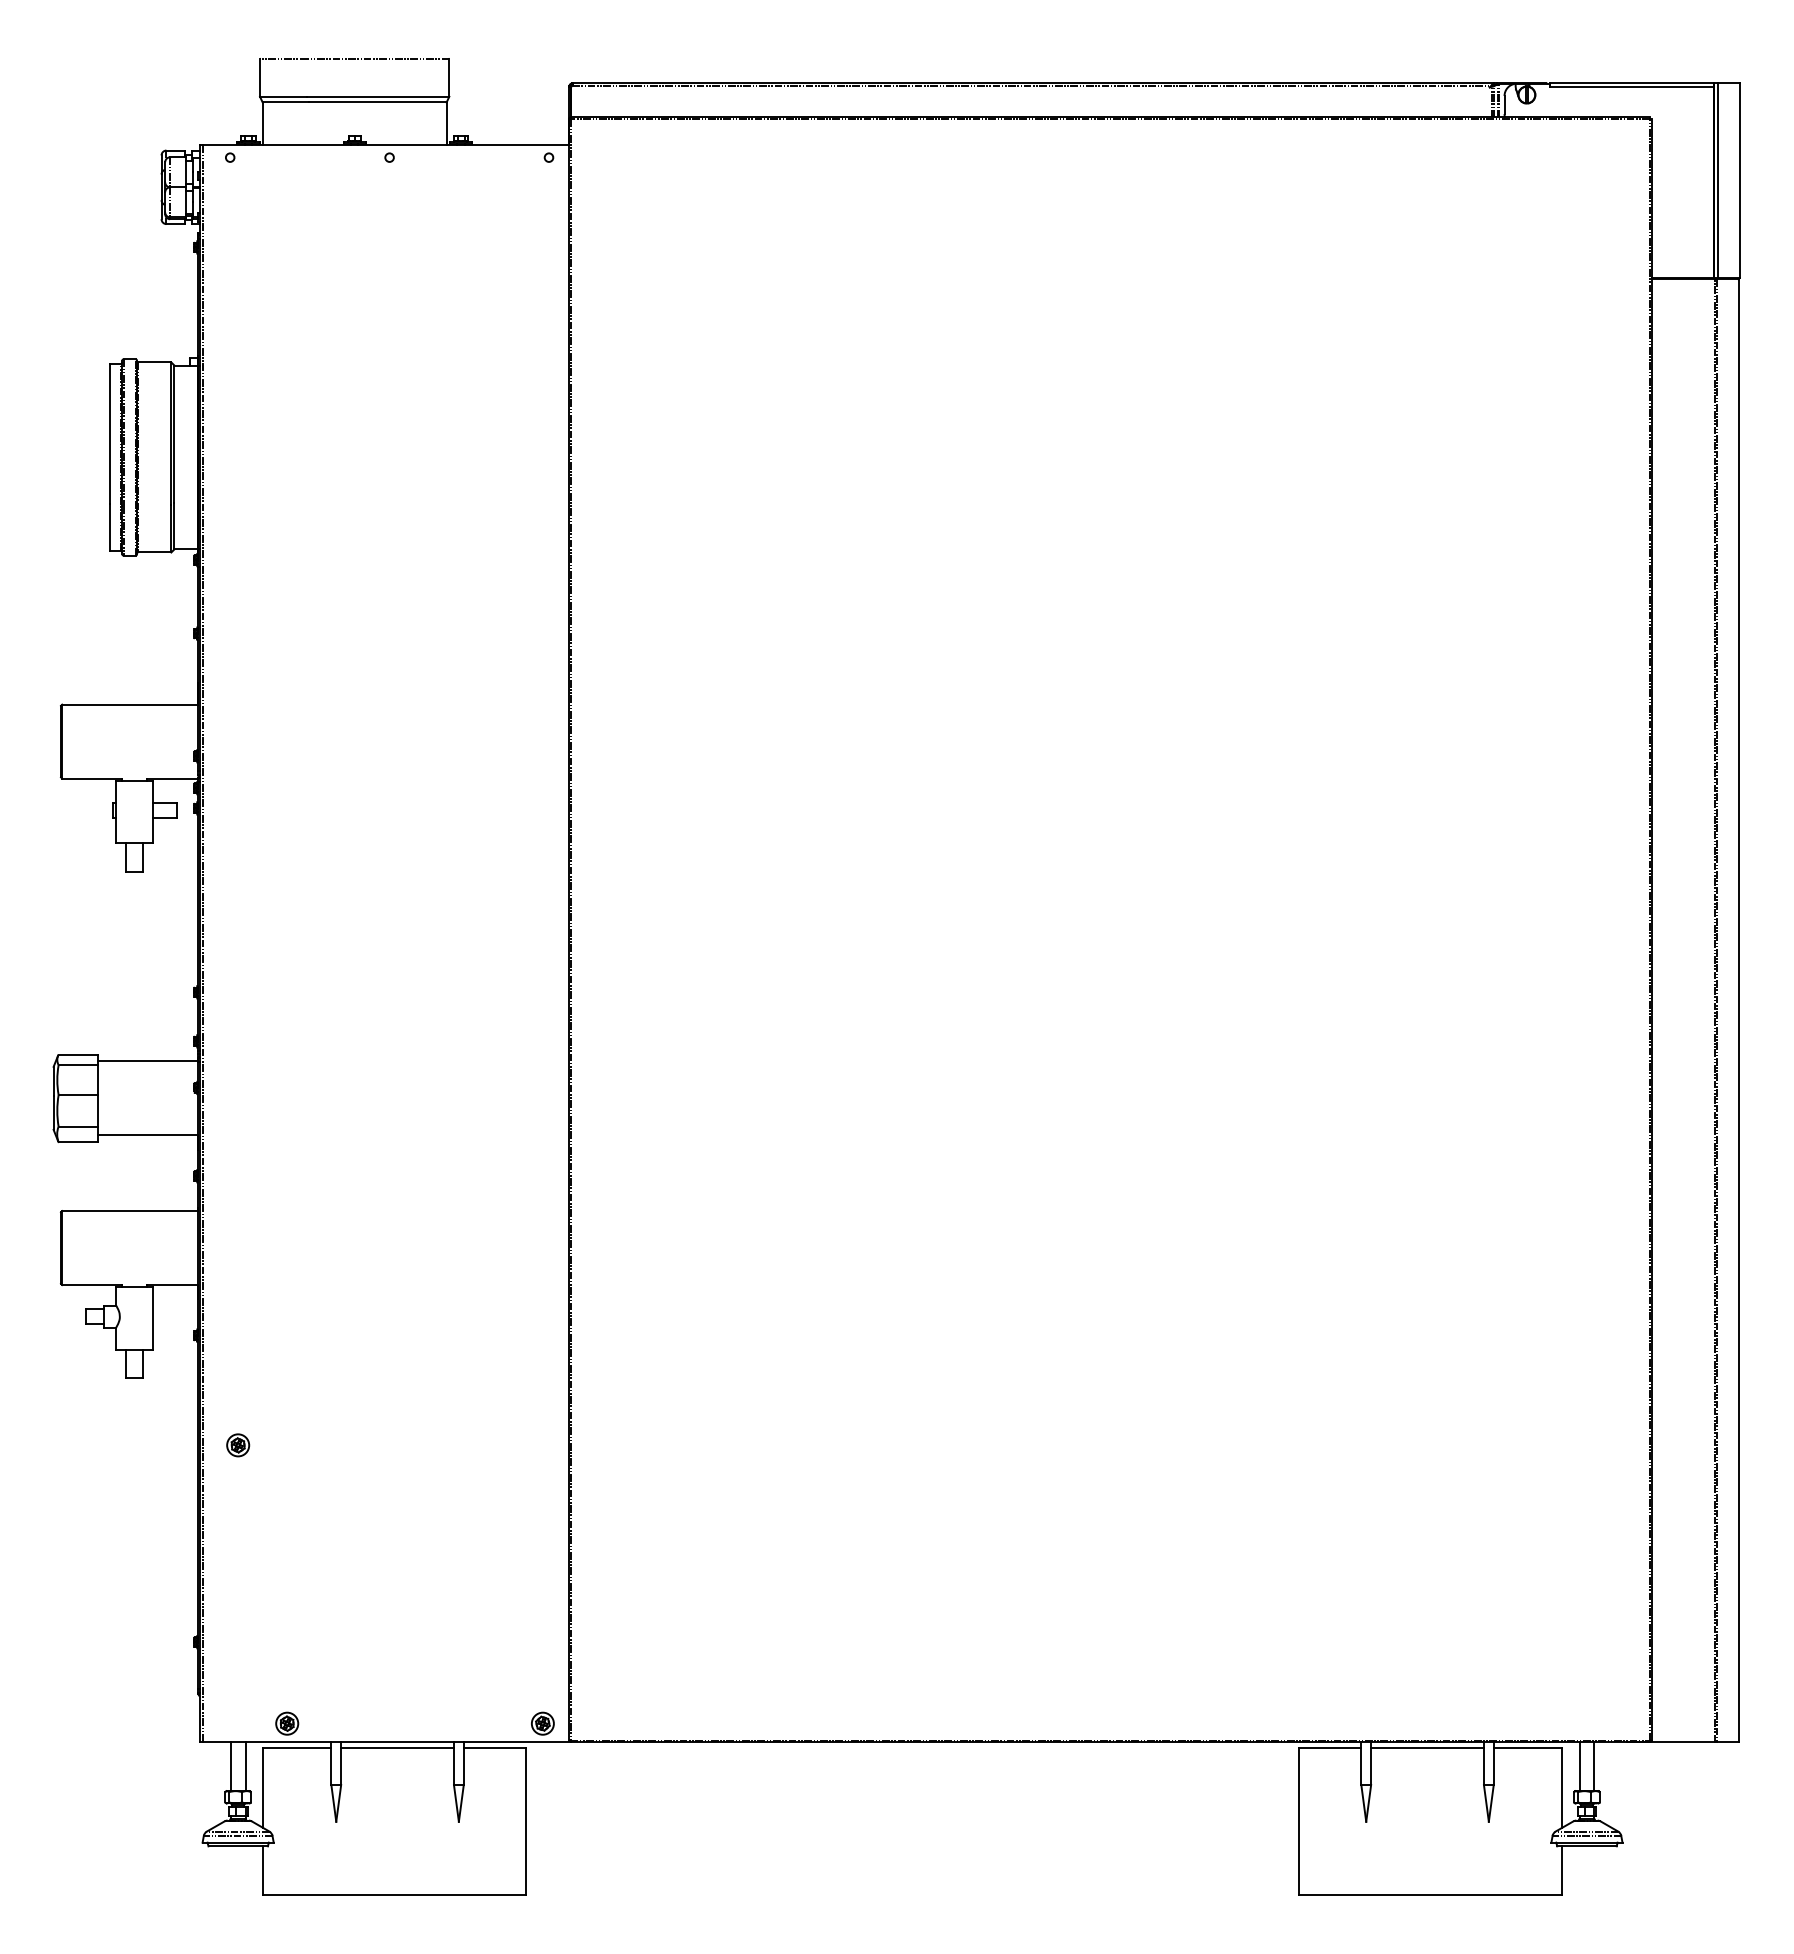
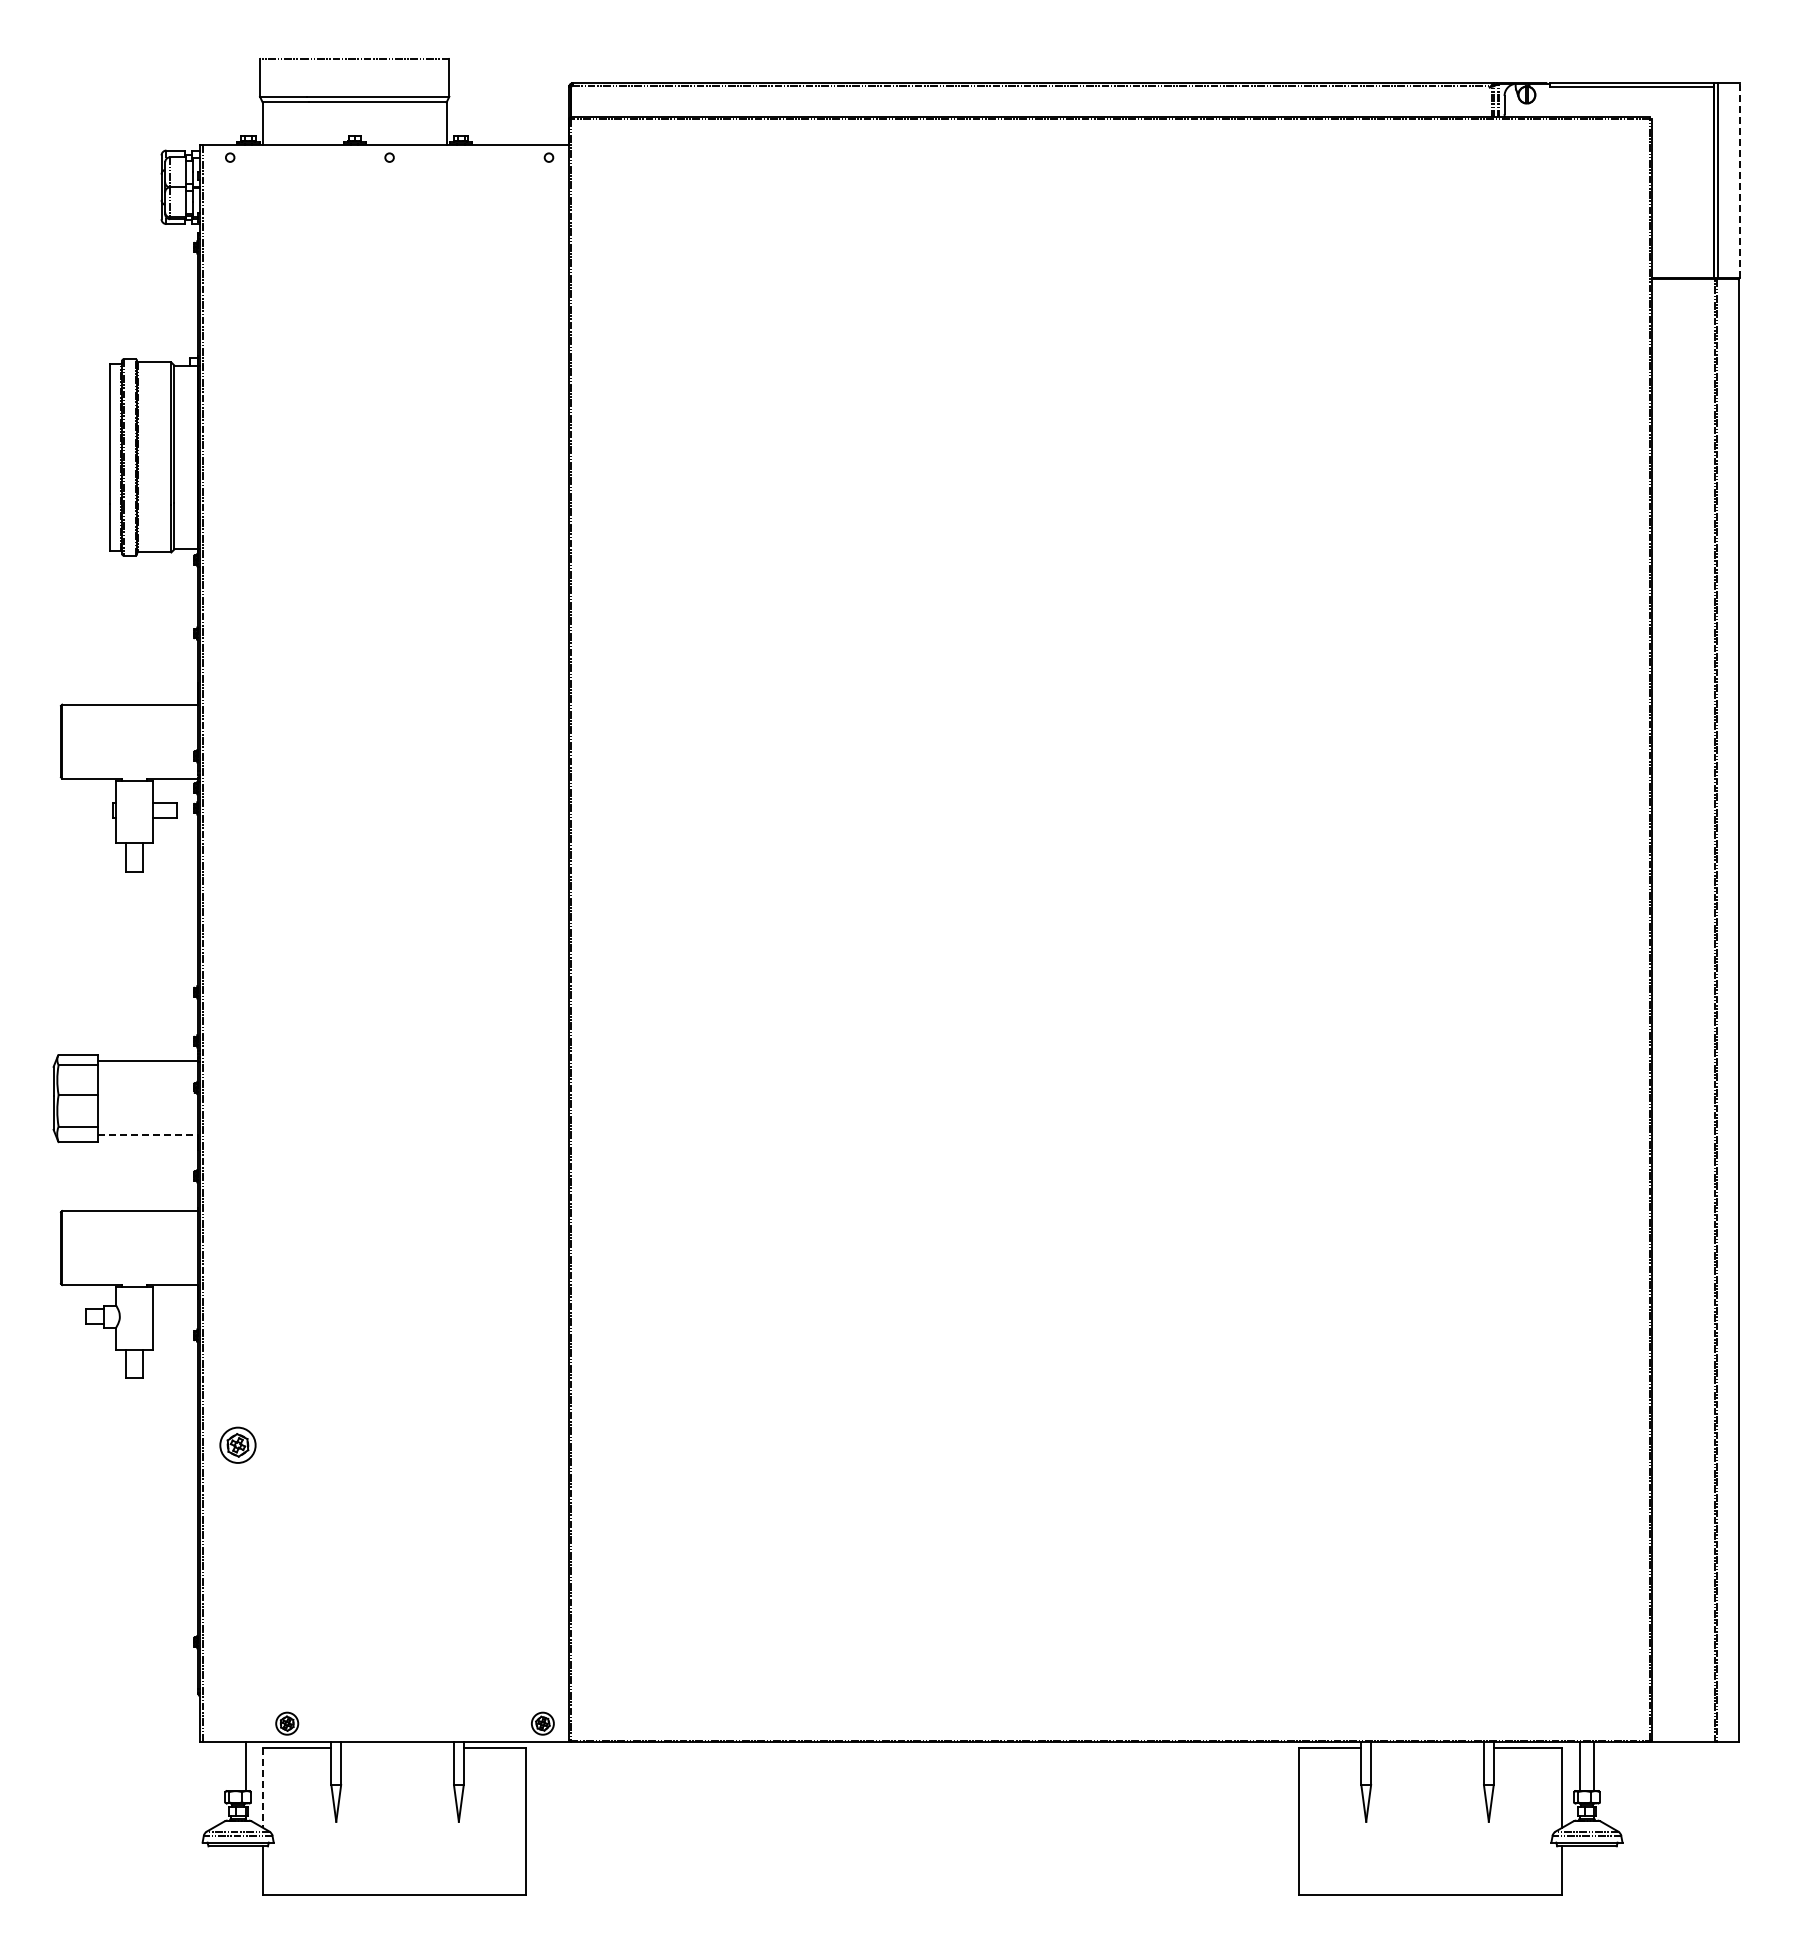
line at (1740, 180): solid -> dashed
line at (148, 1135): solid -> dashed
part at (238, 1445) size: 25x25 px -> 38x38 px
line at (397, 1748): present -> none
line at (1427, 1748): present -> none
line at (230, 1766): present -> none
line at (262, 1787): solid -> dashed
